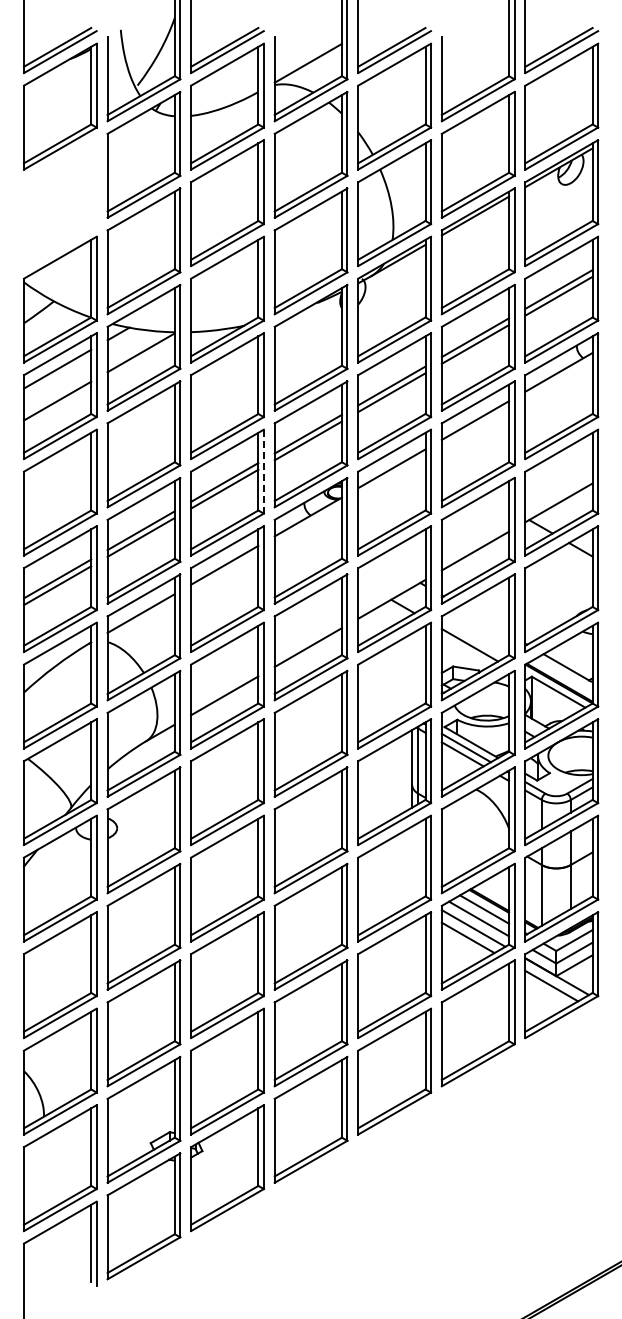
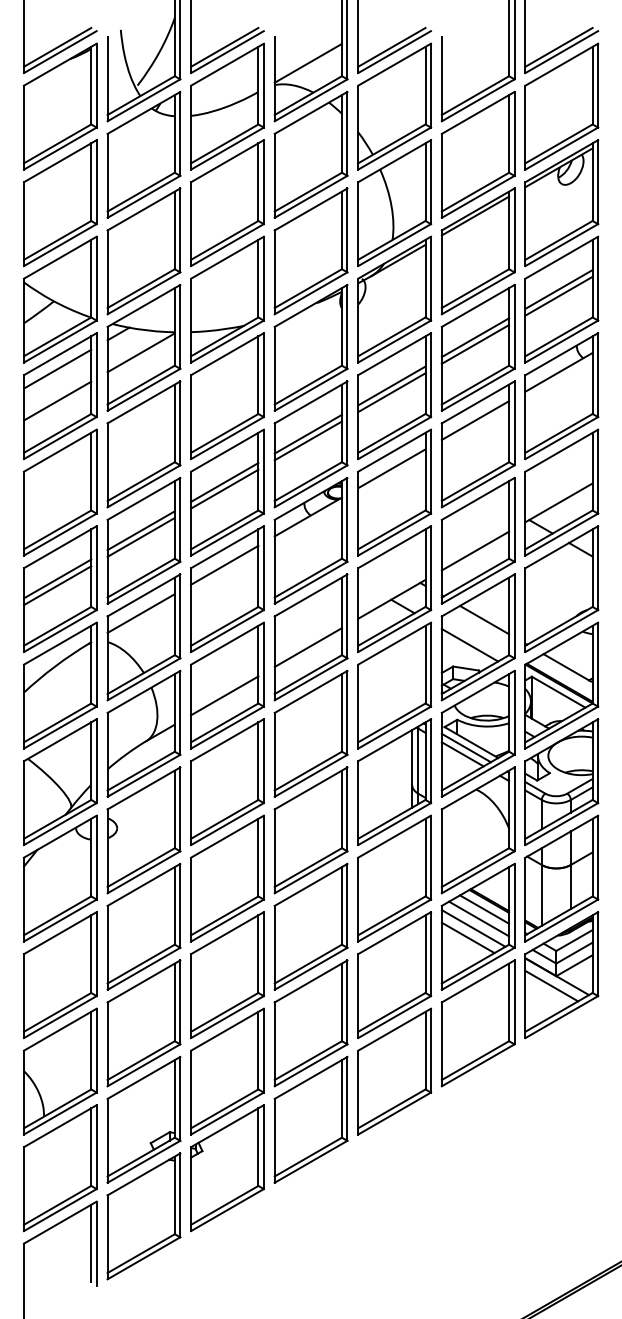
part at (60, 203): none -> present
line at (263, 471): dashed -> solid
line at (484, 619): none -> present
